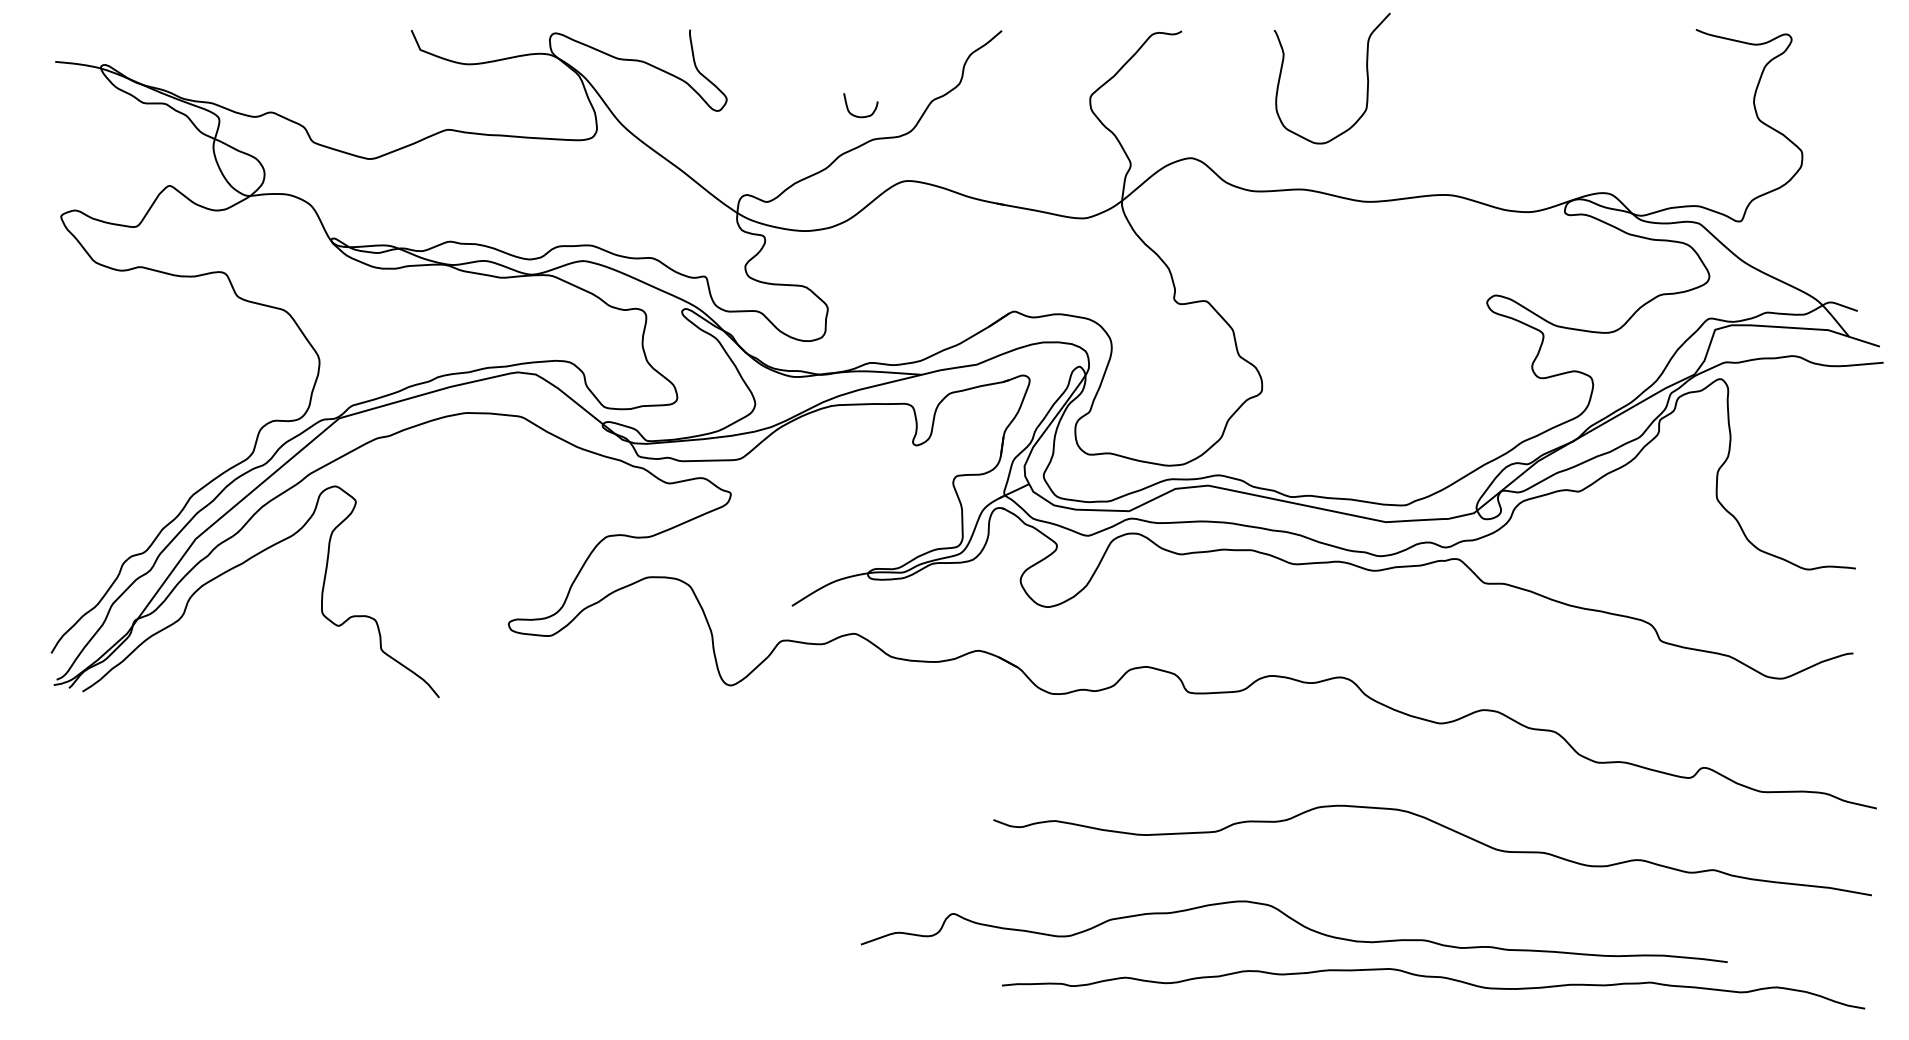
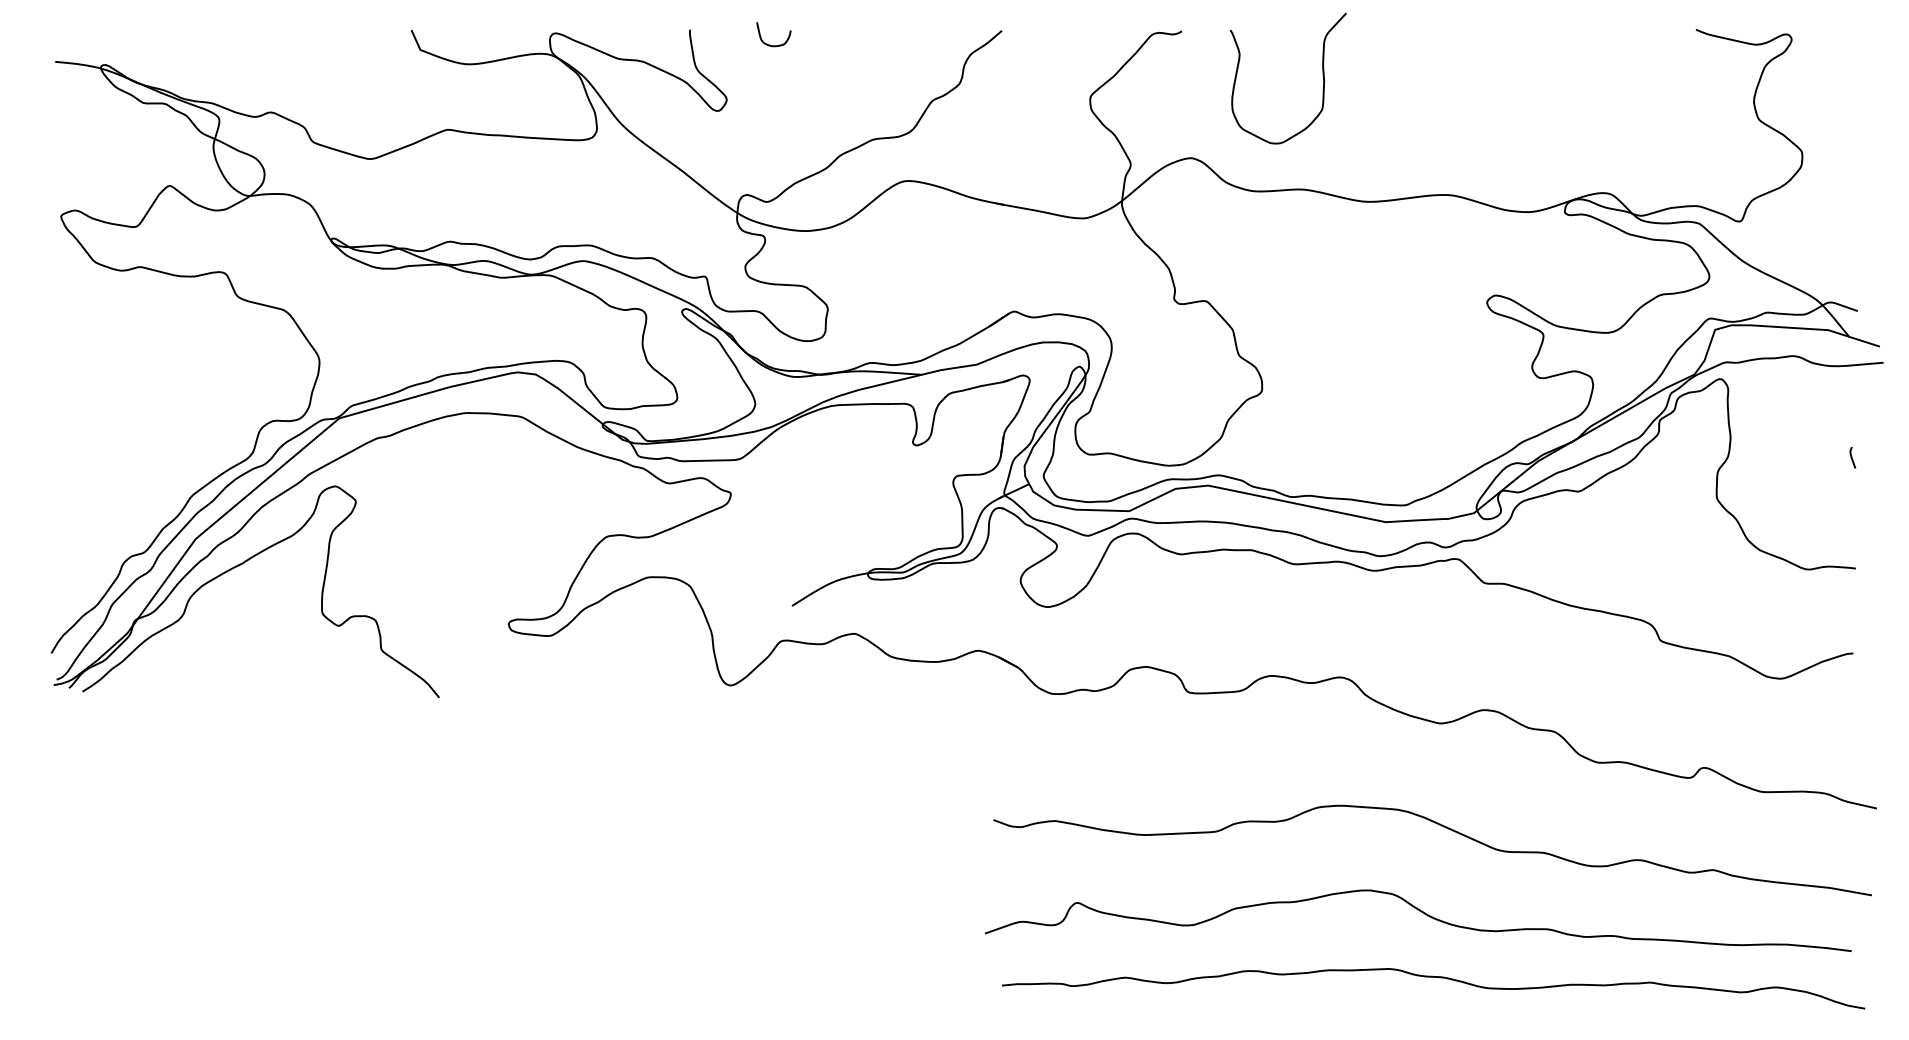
curve at (1366, 76) position: (1366, 76) -> (1322, 76)
curve at (857, 115) position: (857, 115) -> (770, 44)
line at (1852, 457): none -> present
curve at (1298, 924) position: (1298, 924) -> (1422, 913)
